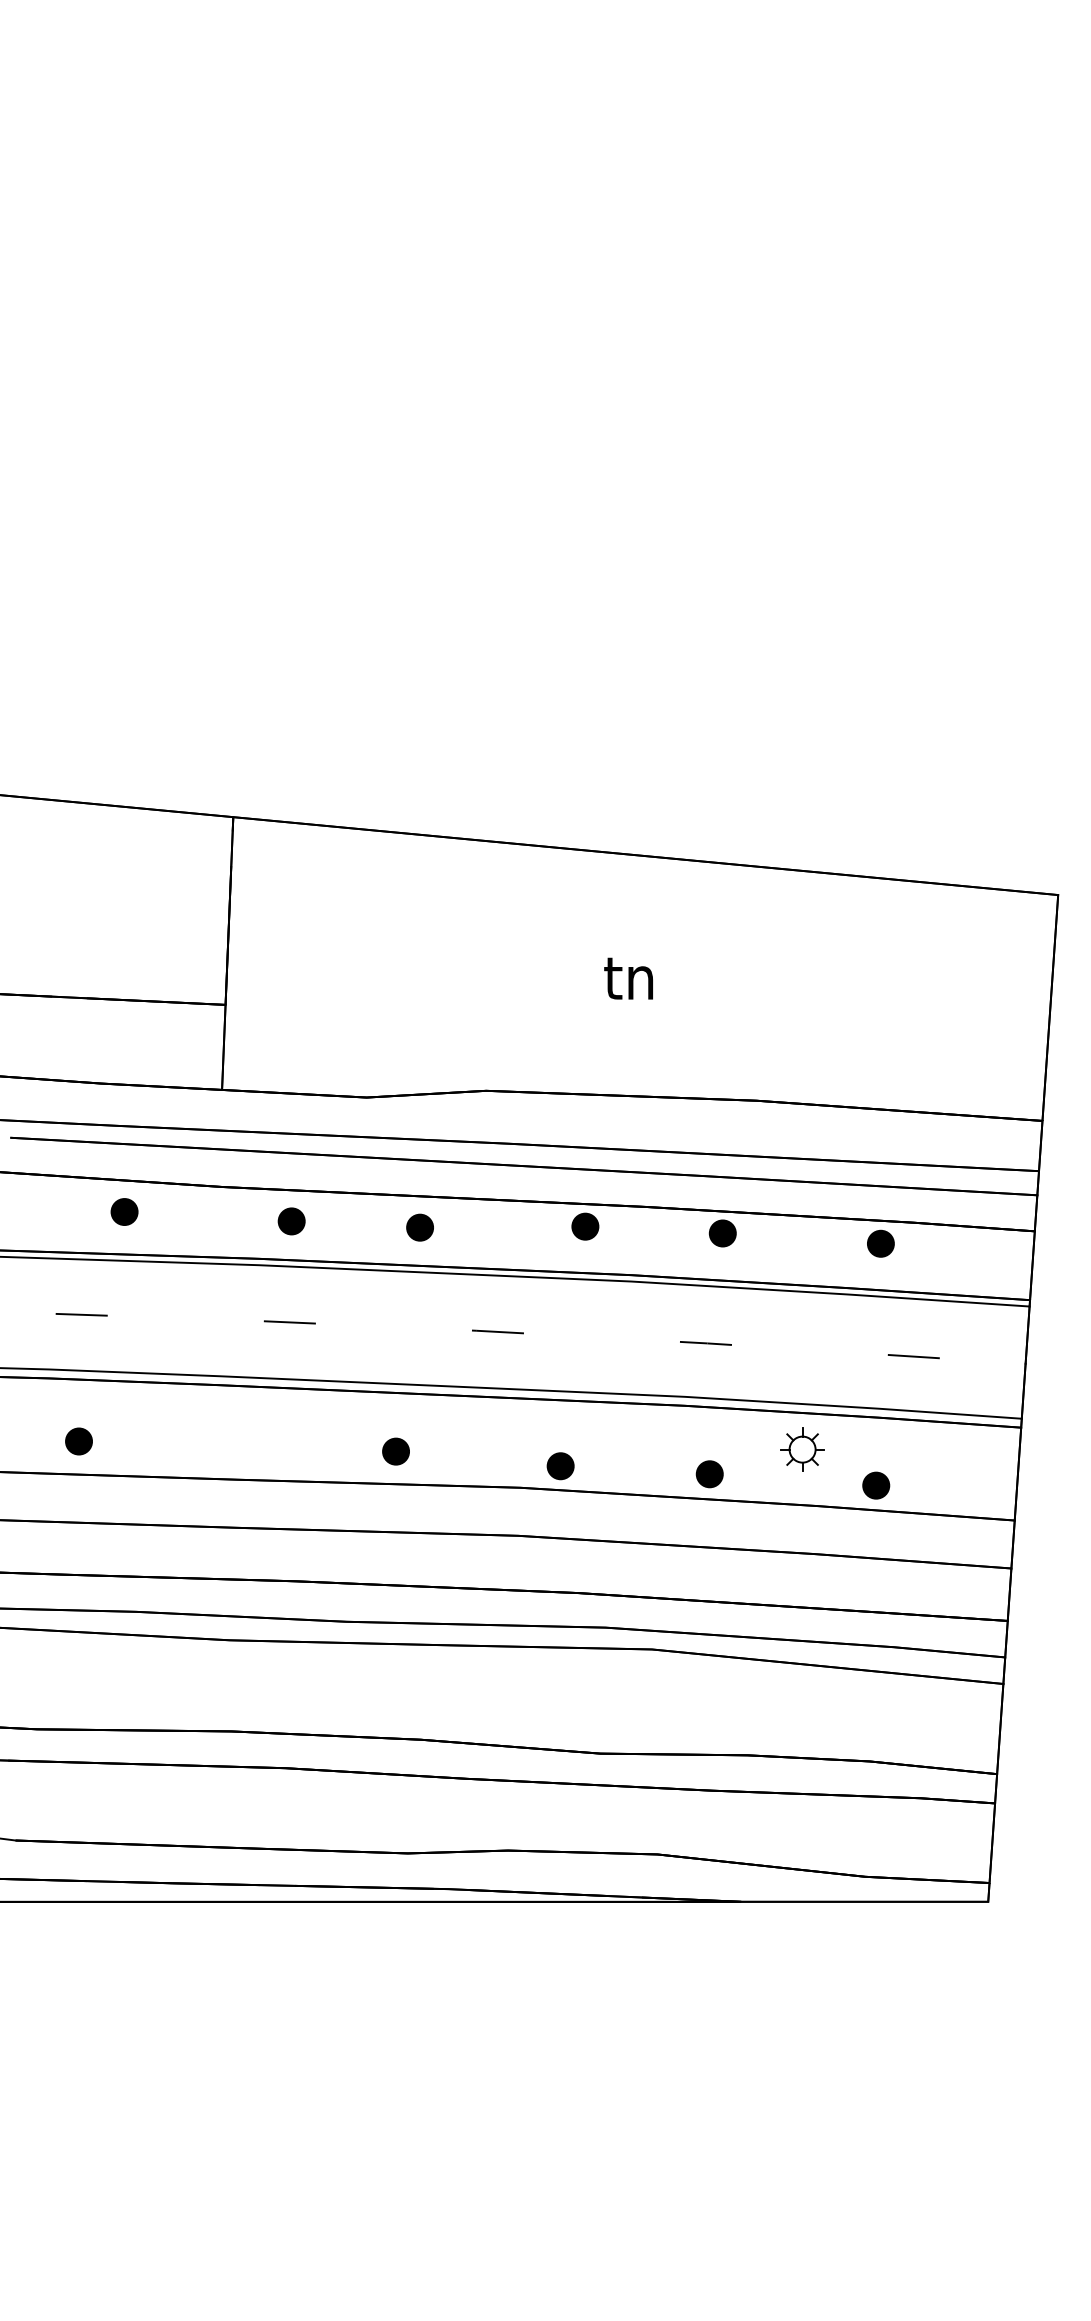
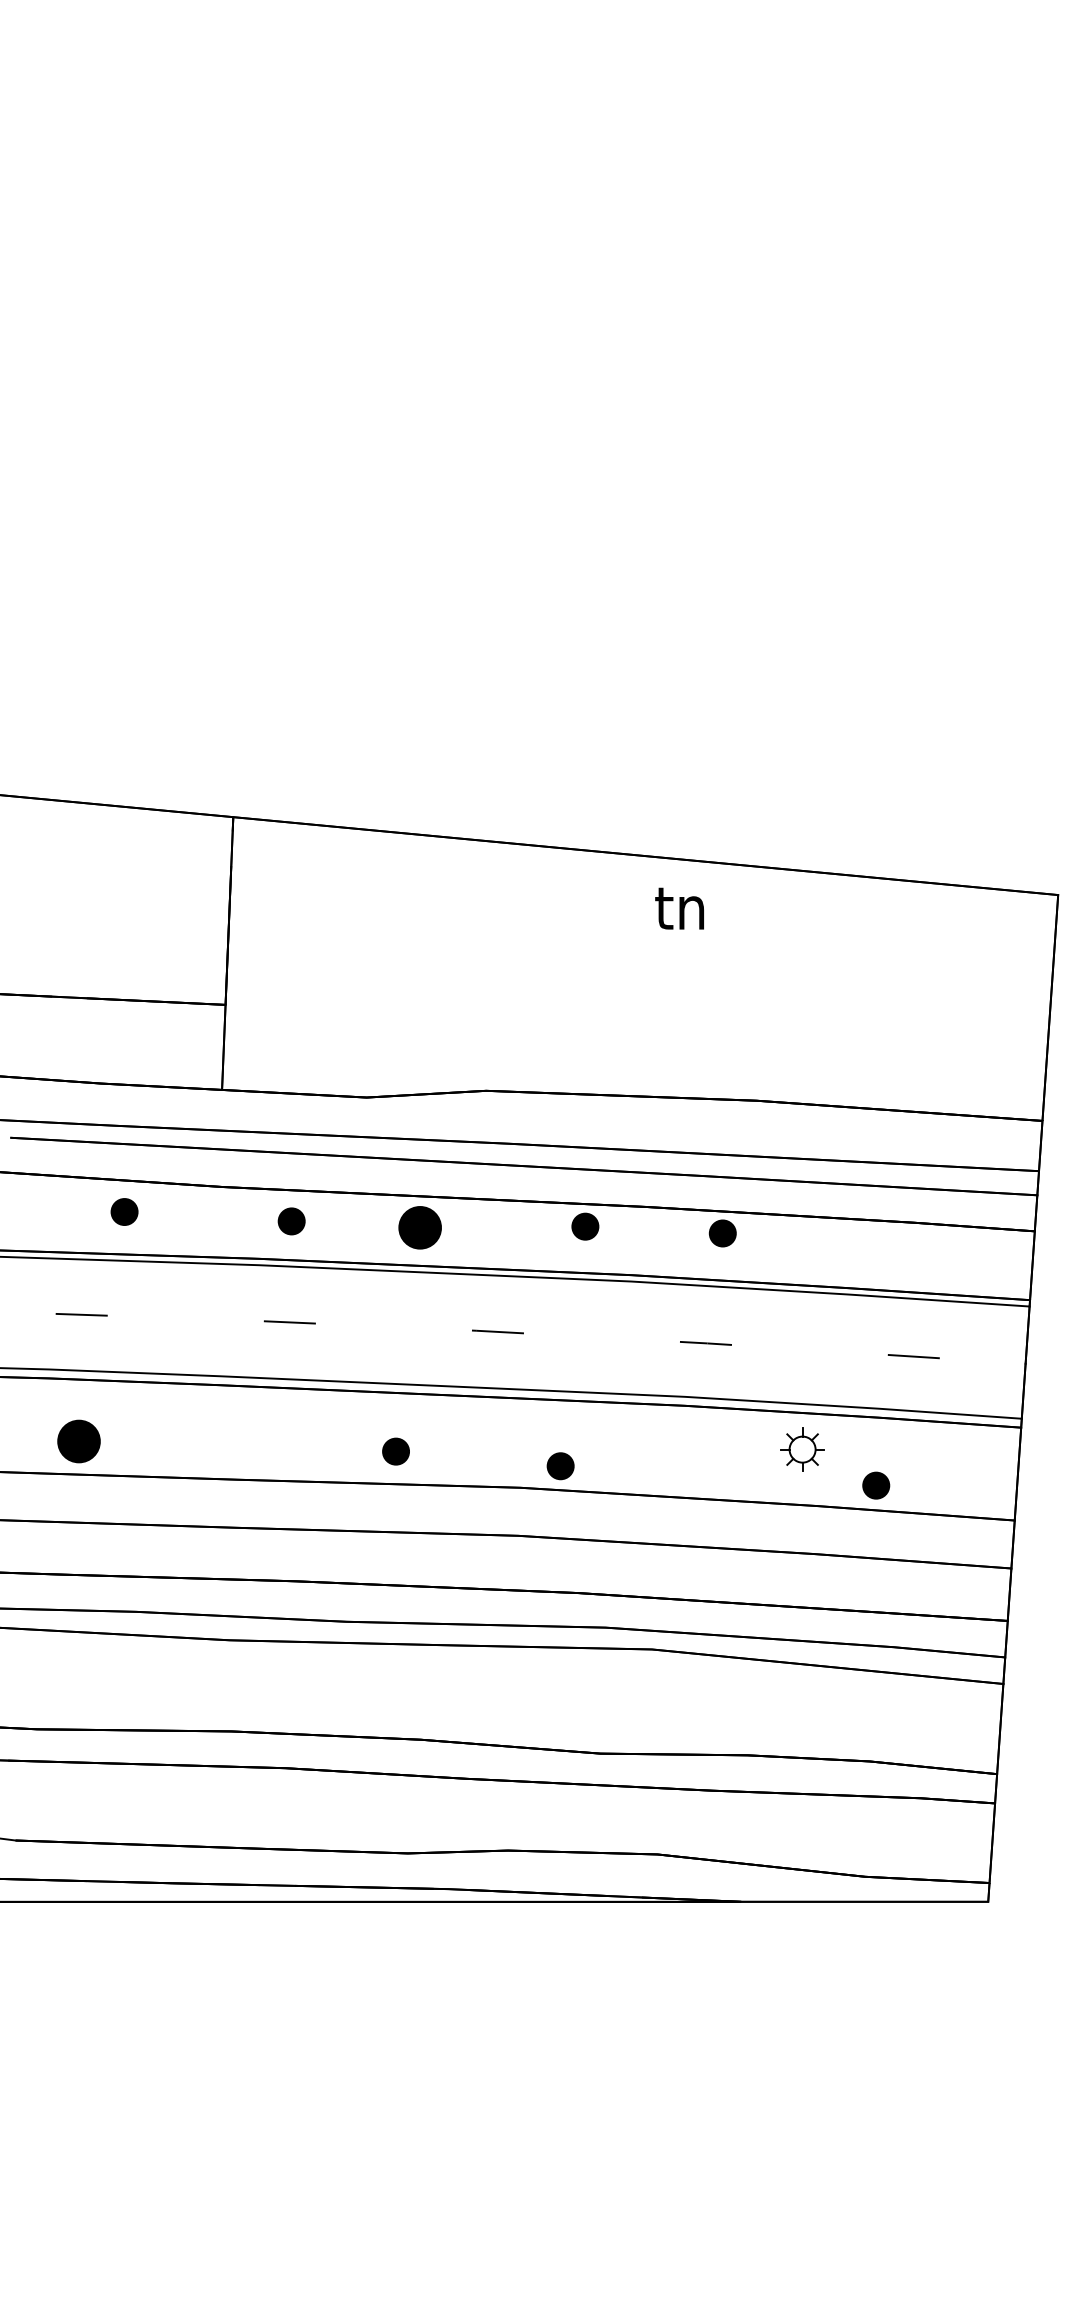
text at (628, 978) position: (628, 978) -> (679, 908)
part at (419, 1227) size: 28x29 px -> 44x44 px
part at (880, 1243): present -> none
part at (78, 1441) size: 28x29 px -> 44x45 px
part at (709, 1474): present -> none
